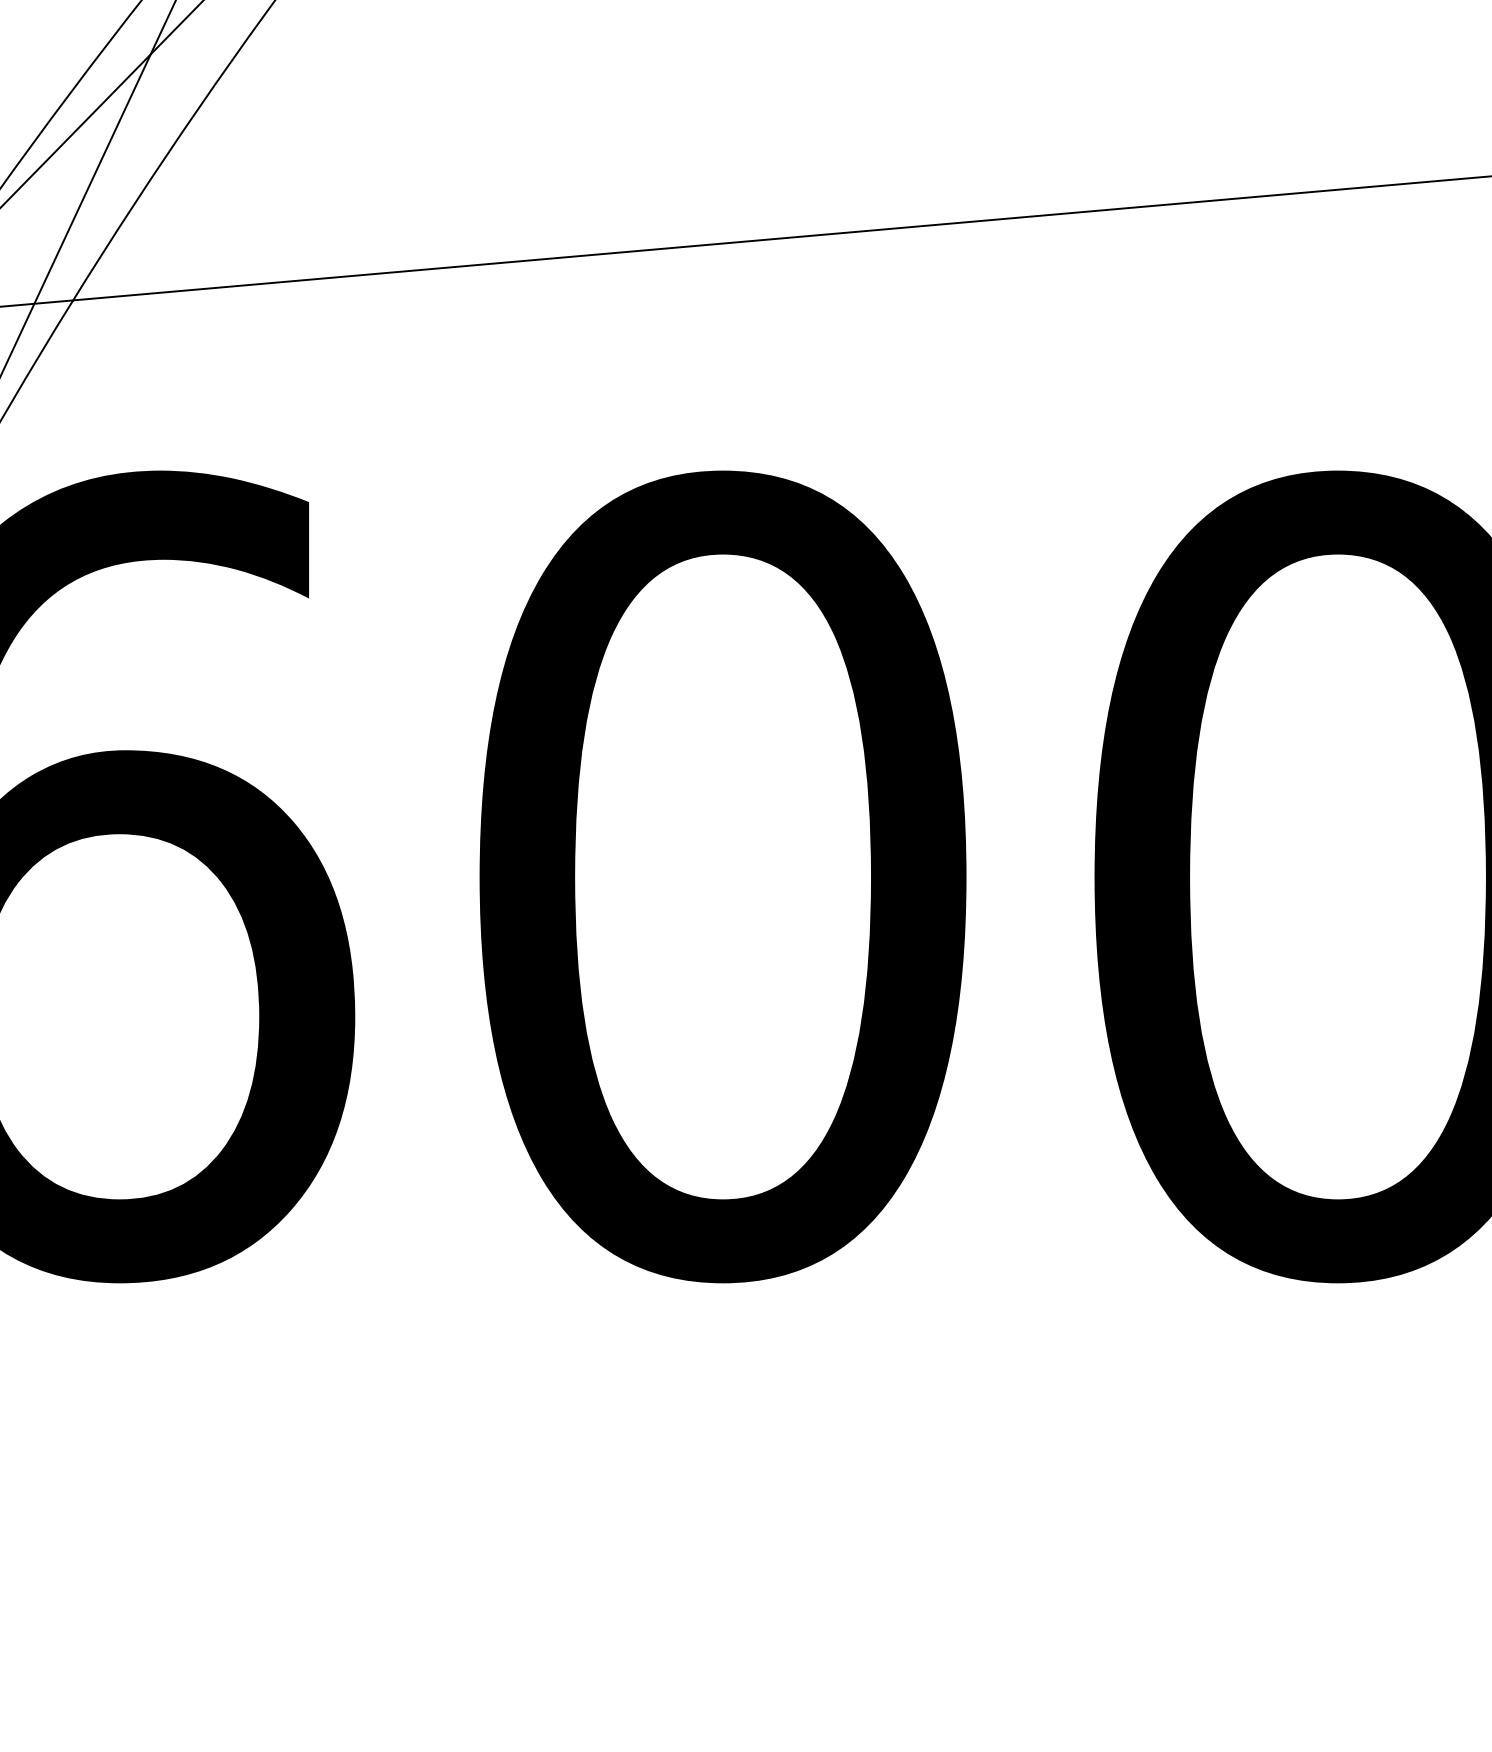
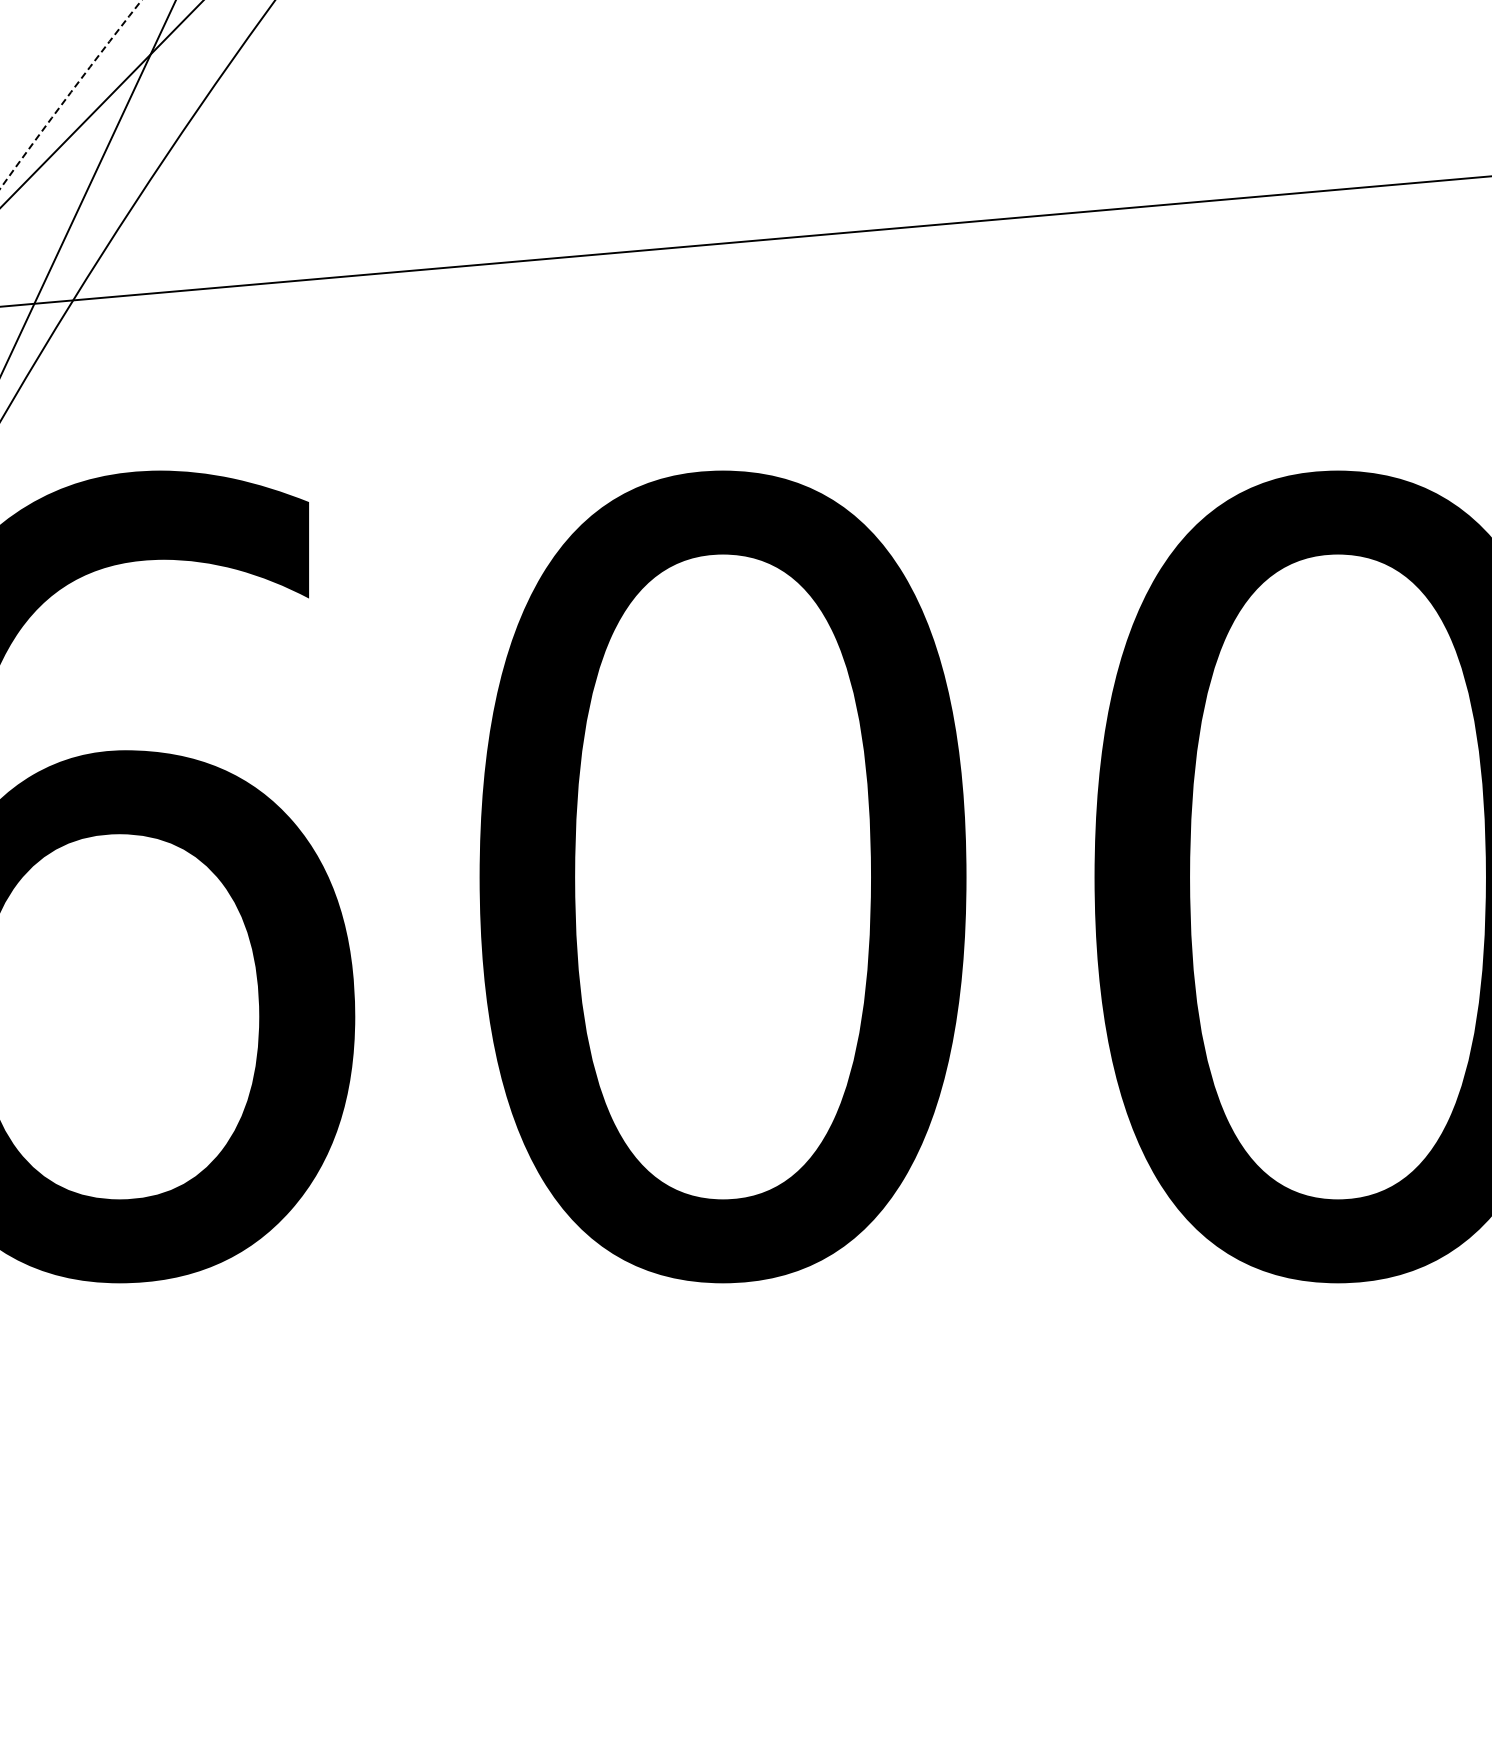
arc at (69, 93): solid -> dashed
